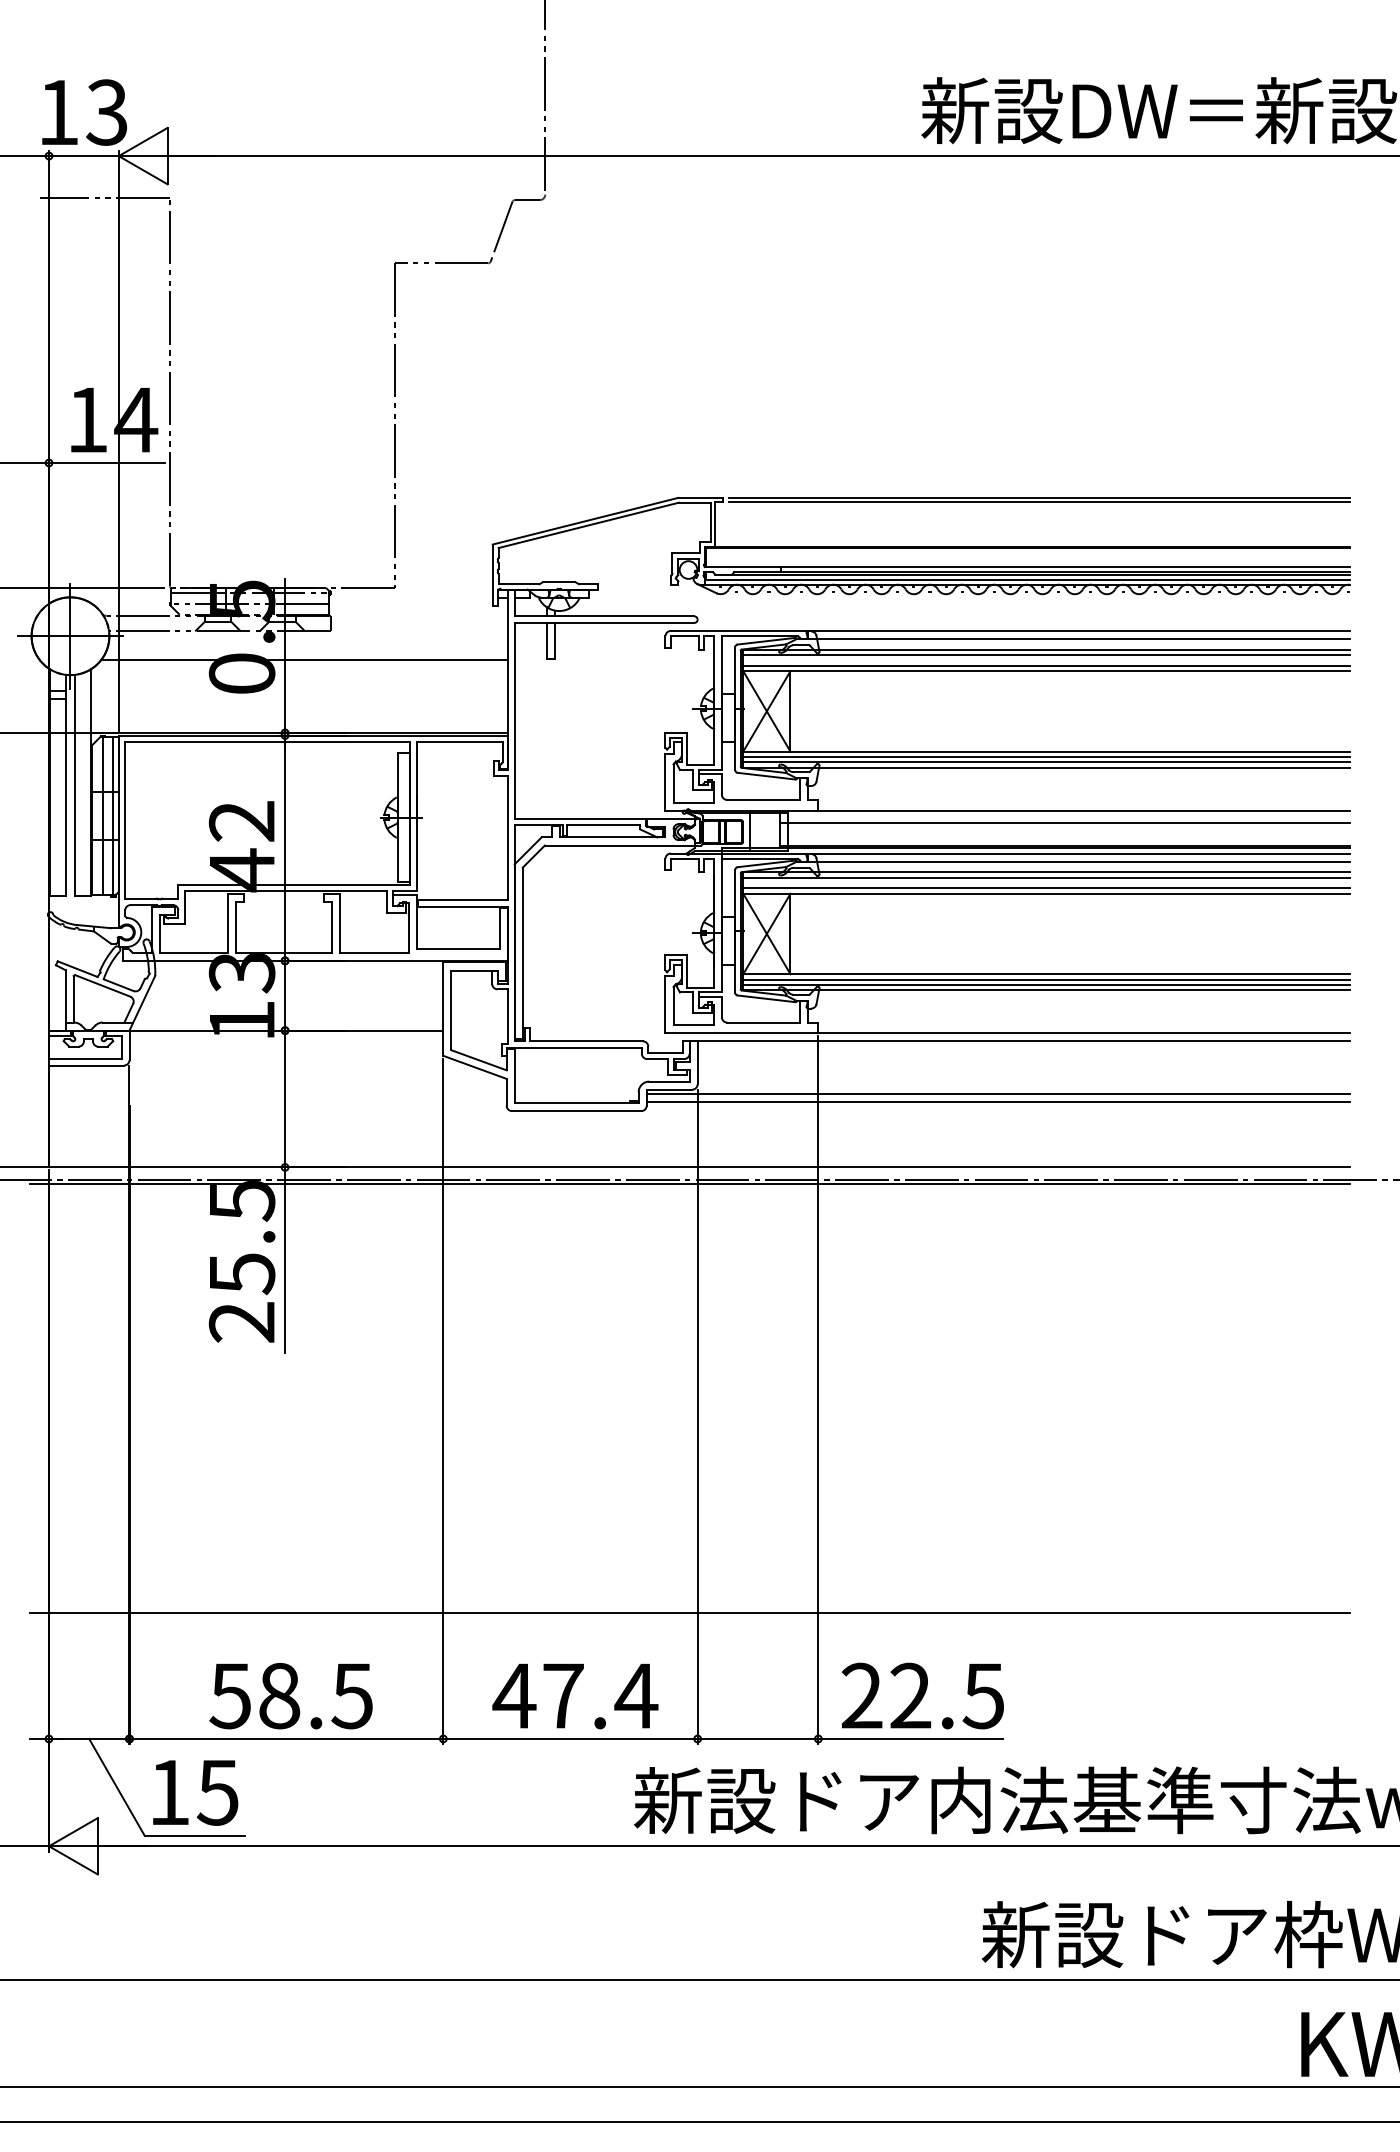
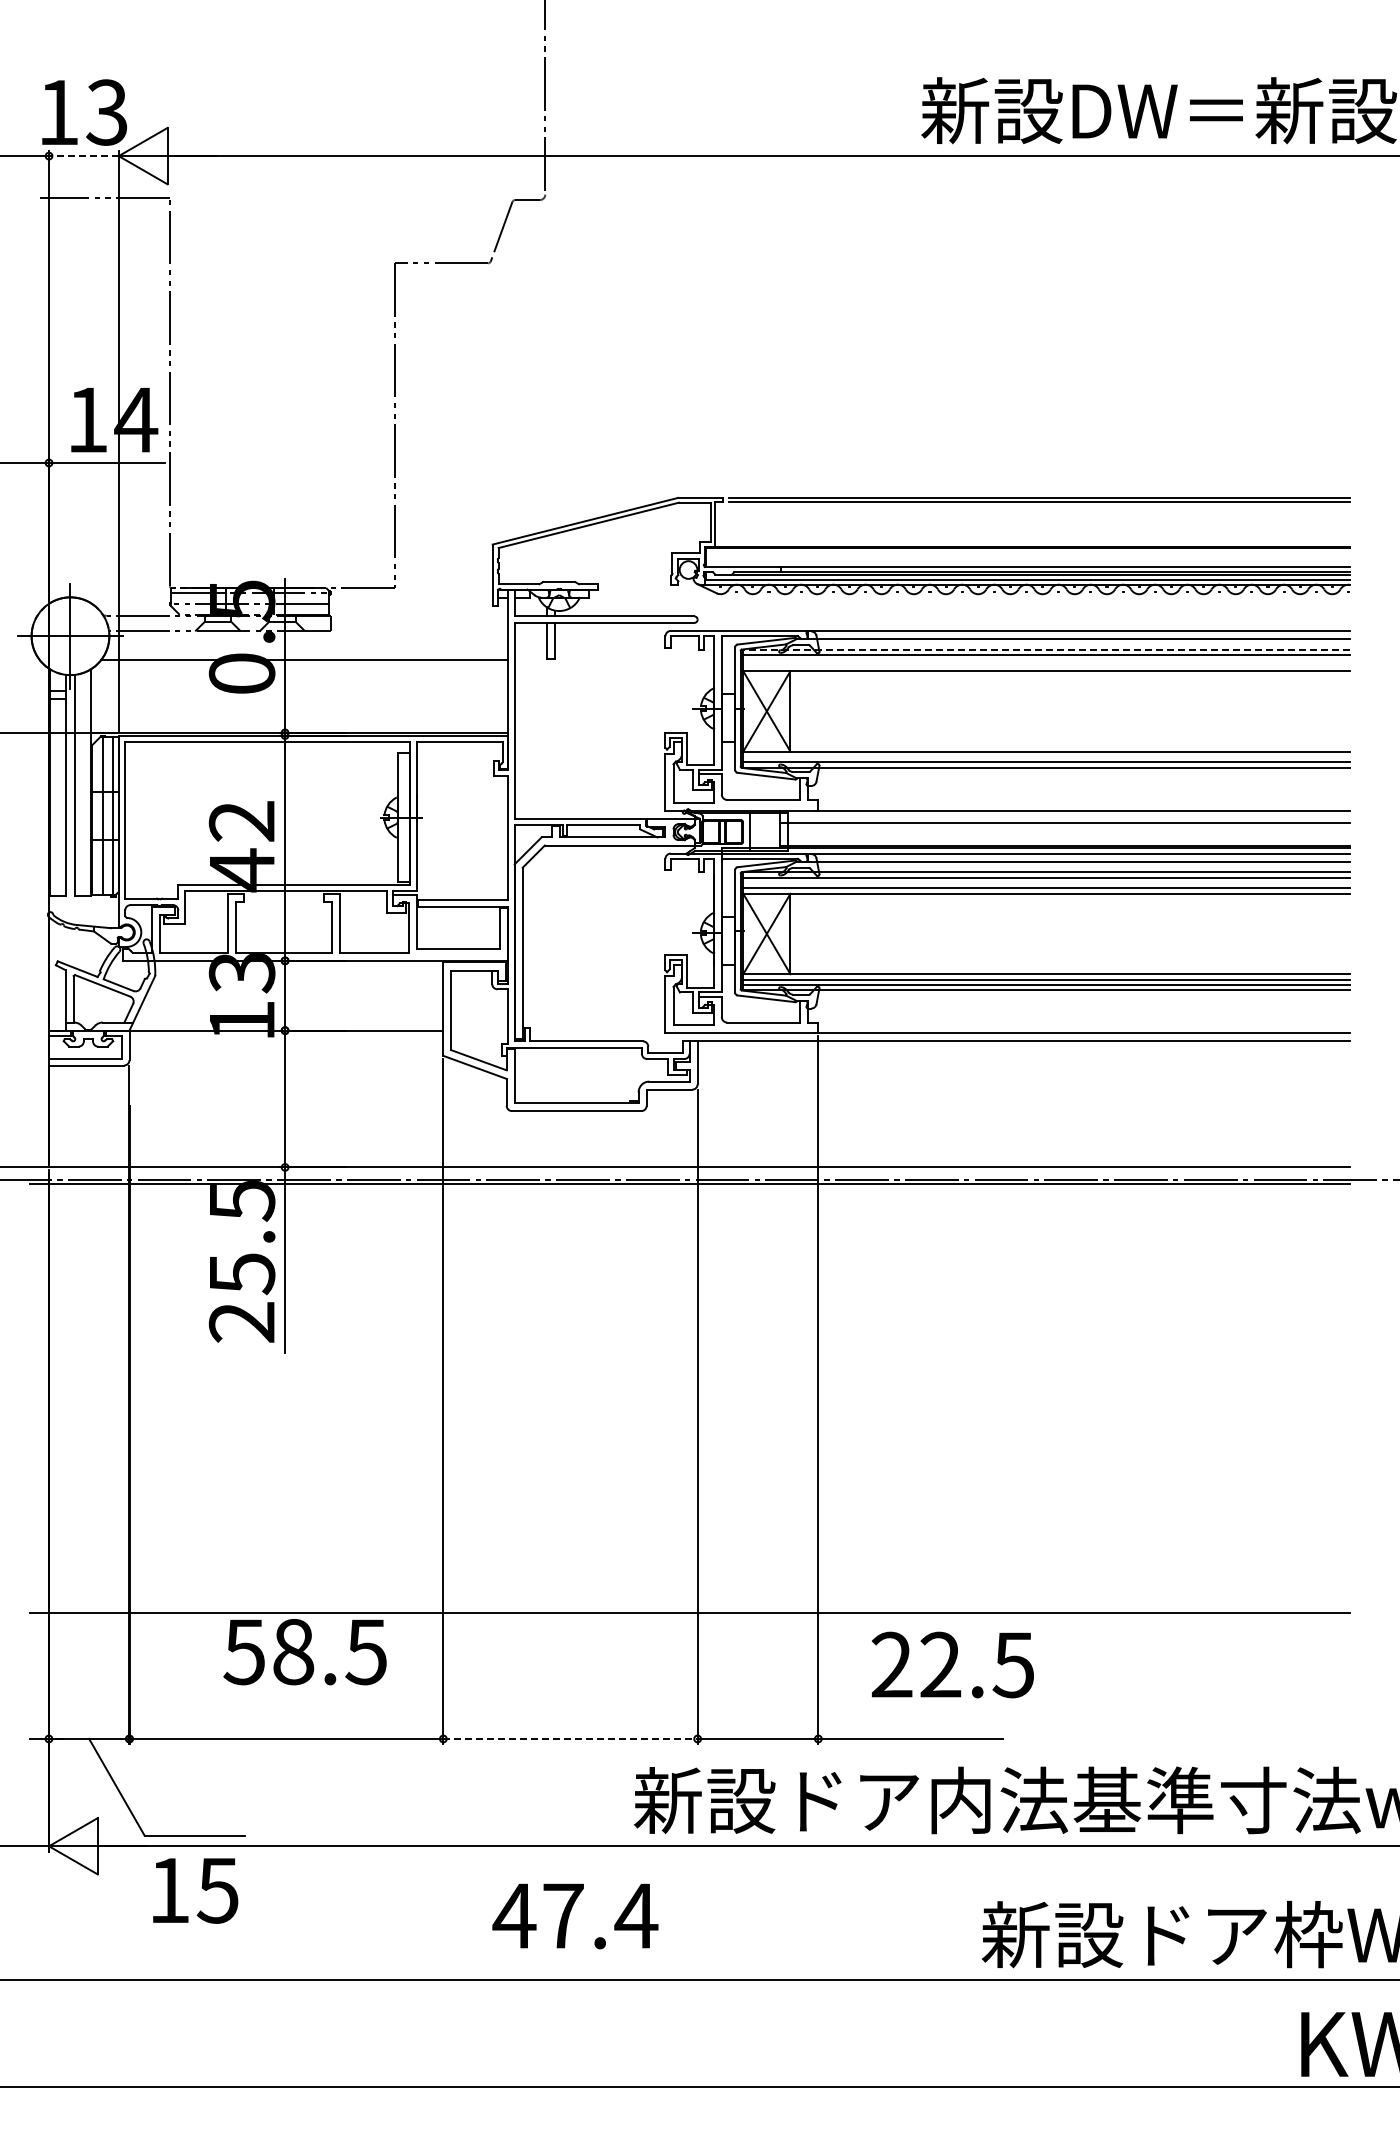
line at (83, 156): solid -> dashed
line at (83, 587): present -> none
line at (1046, 649): solid -> dashed
line at (1046, 665): present -> none
line at (1046, 757): present -> none
line at (998, 1093): present -> none
line at (998, 1101): present -> none
text at (922, 1695) position: (922, 1695) -> (952, 1664)
text at (290, 1696) position: (290, 1696) -> (304, 1652)
text at (575, 1696) position: (575, 1696) -> (575, 1916)
line at (571, 1738): solid -> dashed
text at (195, 1792) position: (195, 1792) -> (195, 1890)
line at (699, 2121): present -> none
